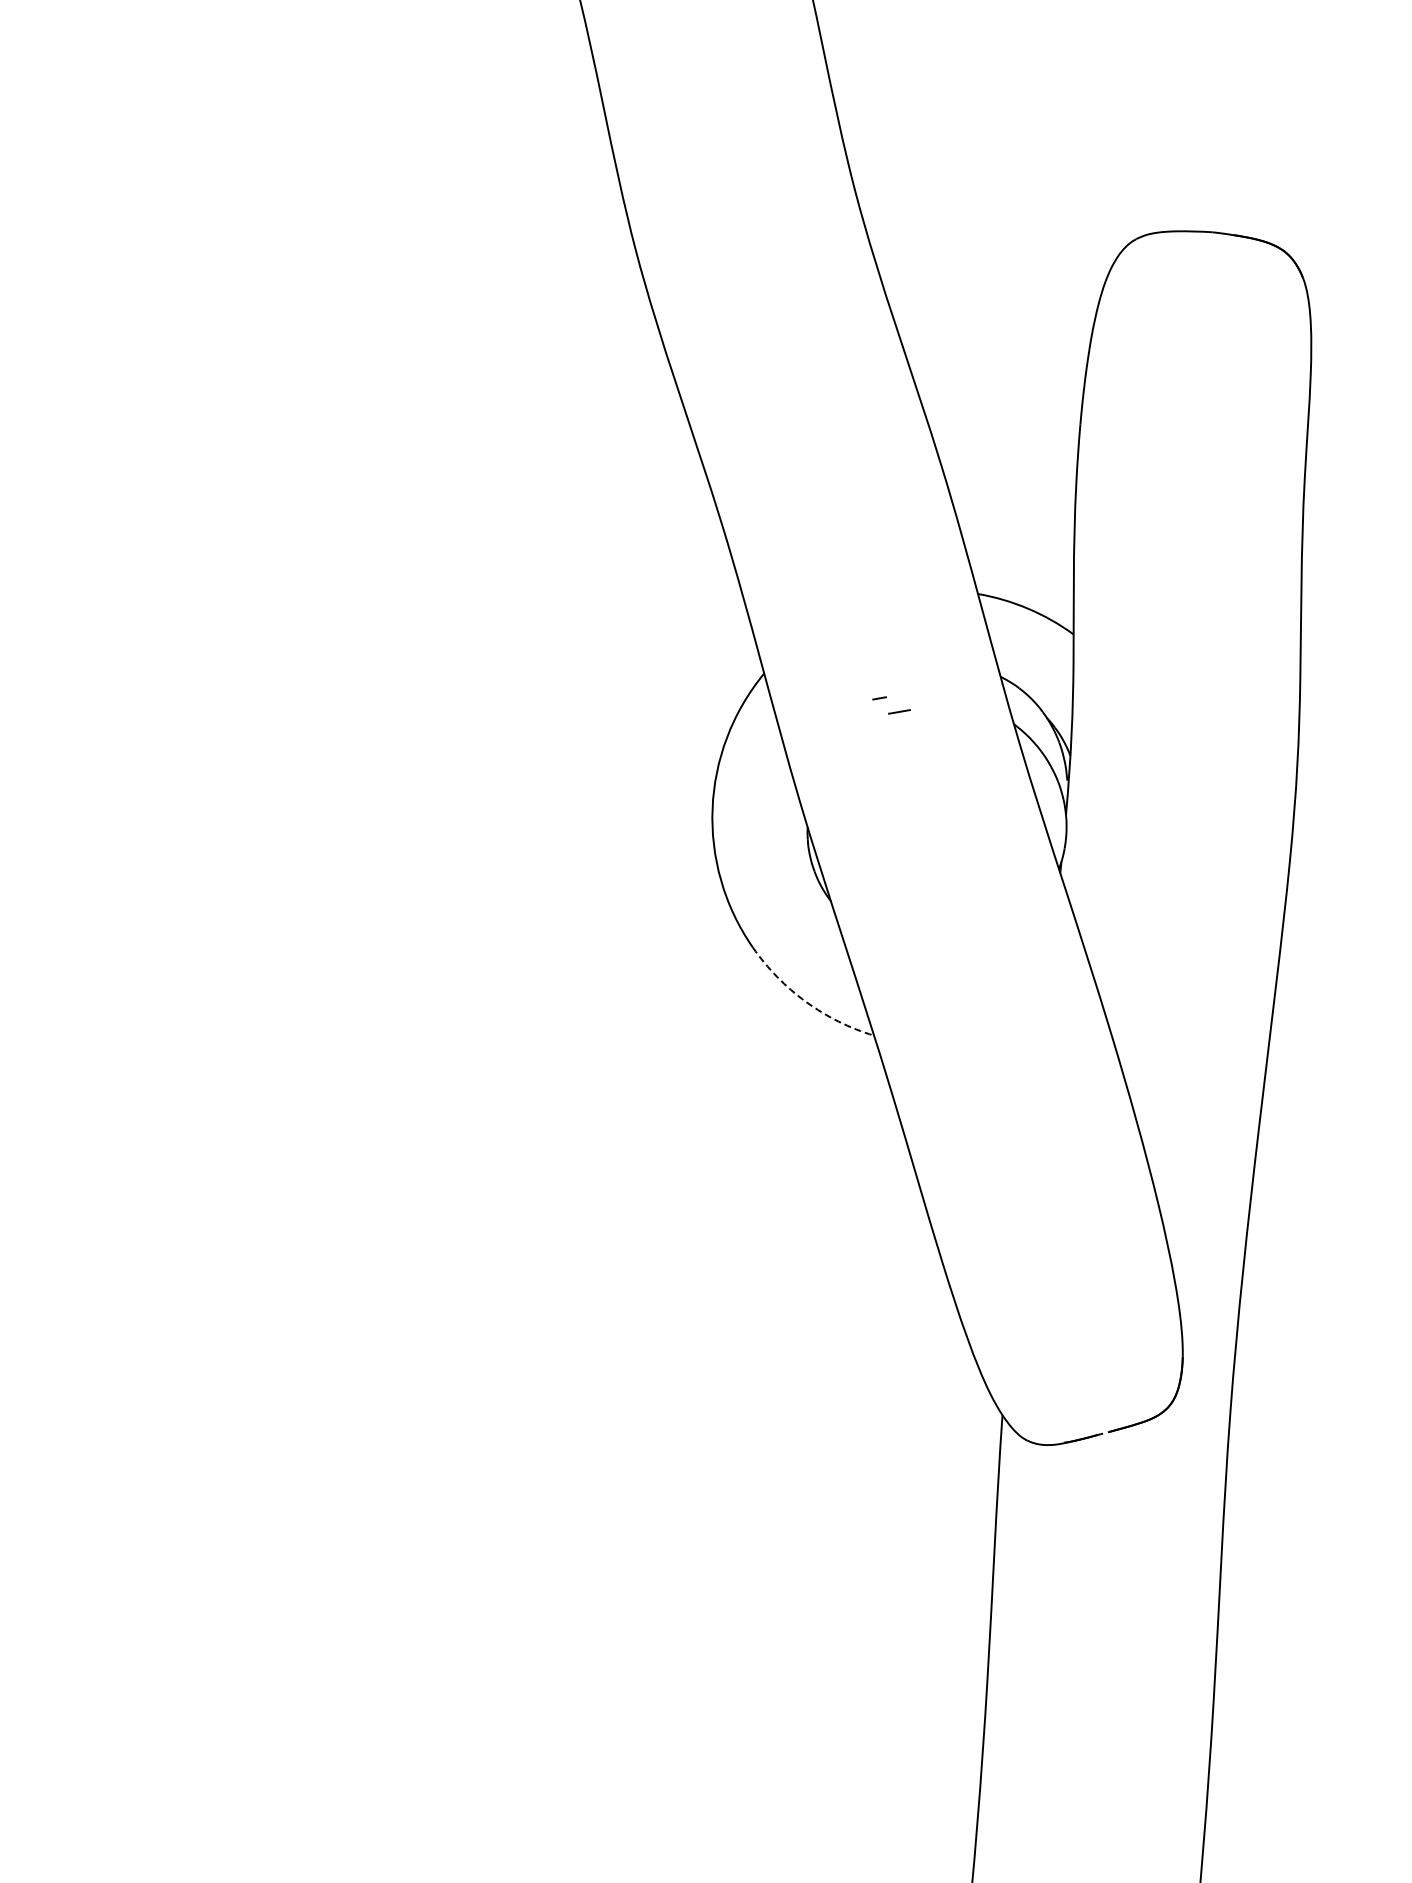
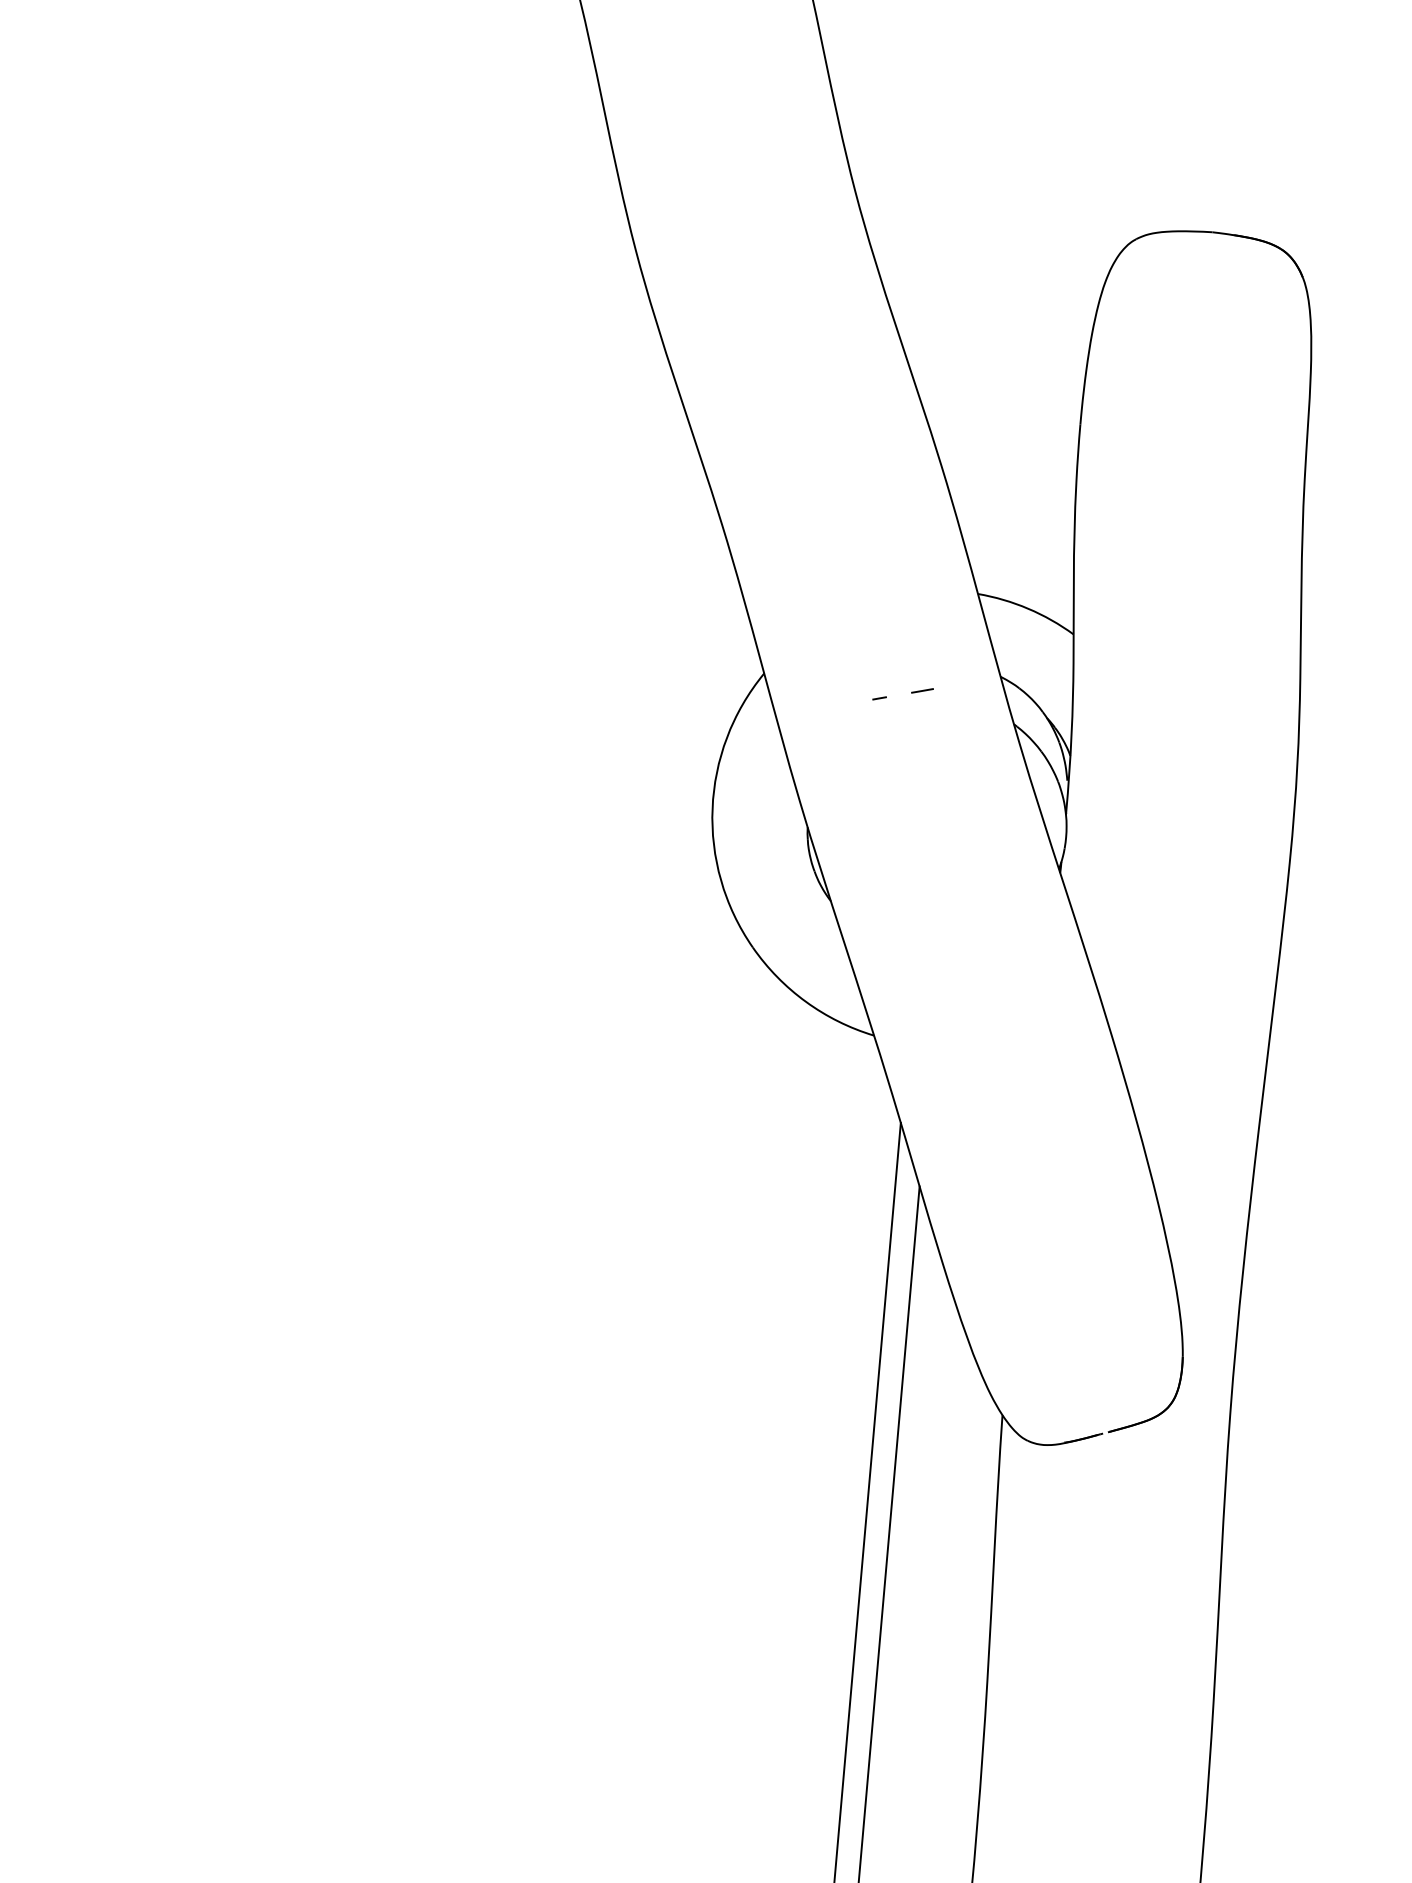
line at (899, 711) position: (899, 711) -> (922, 690)
arc at (806, 1001): dashed -> solid
line at (867, 1500): none -> present
line at (888, 1532): none -> present
